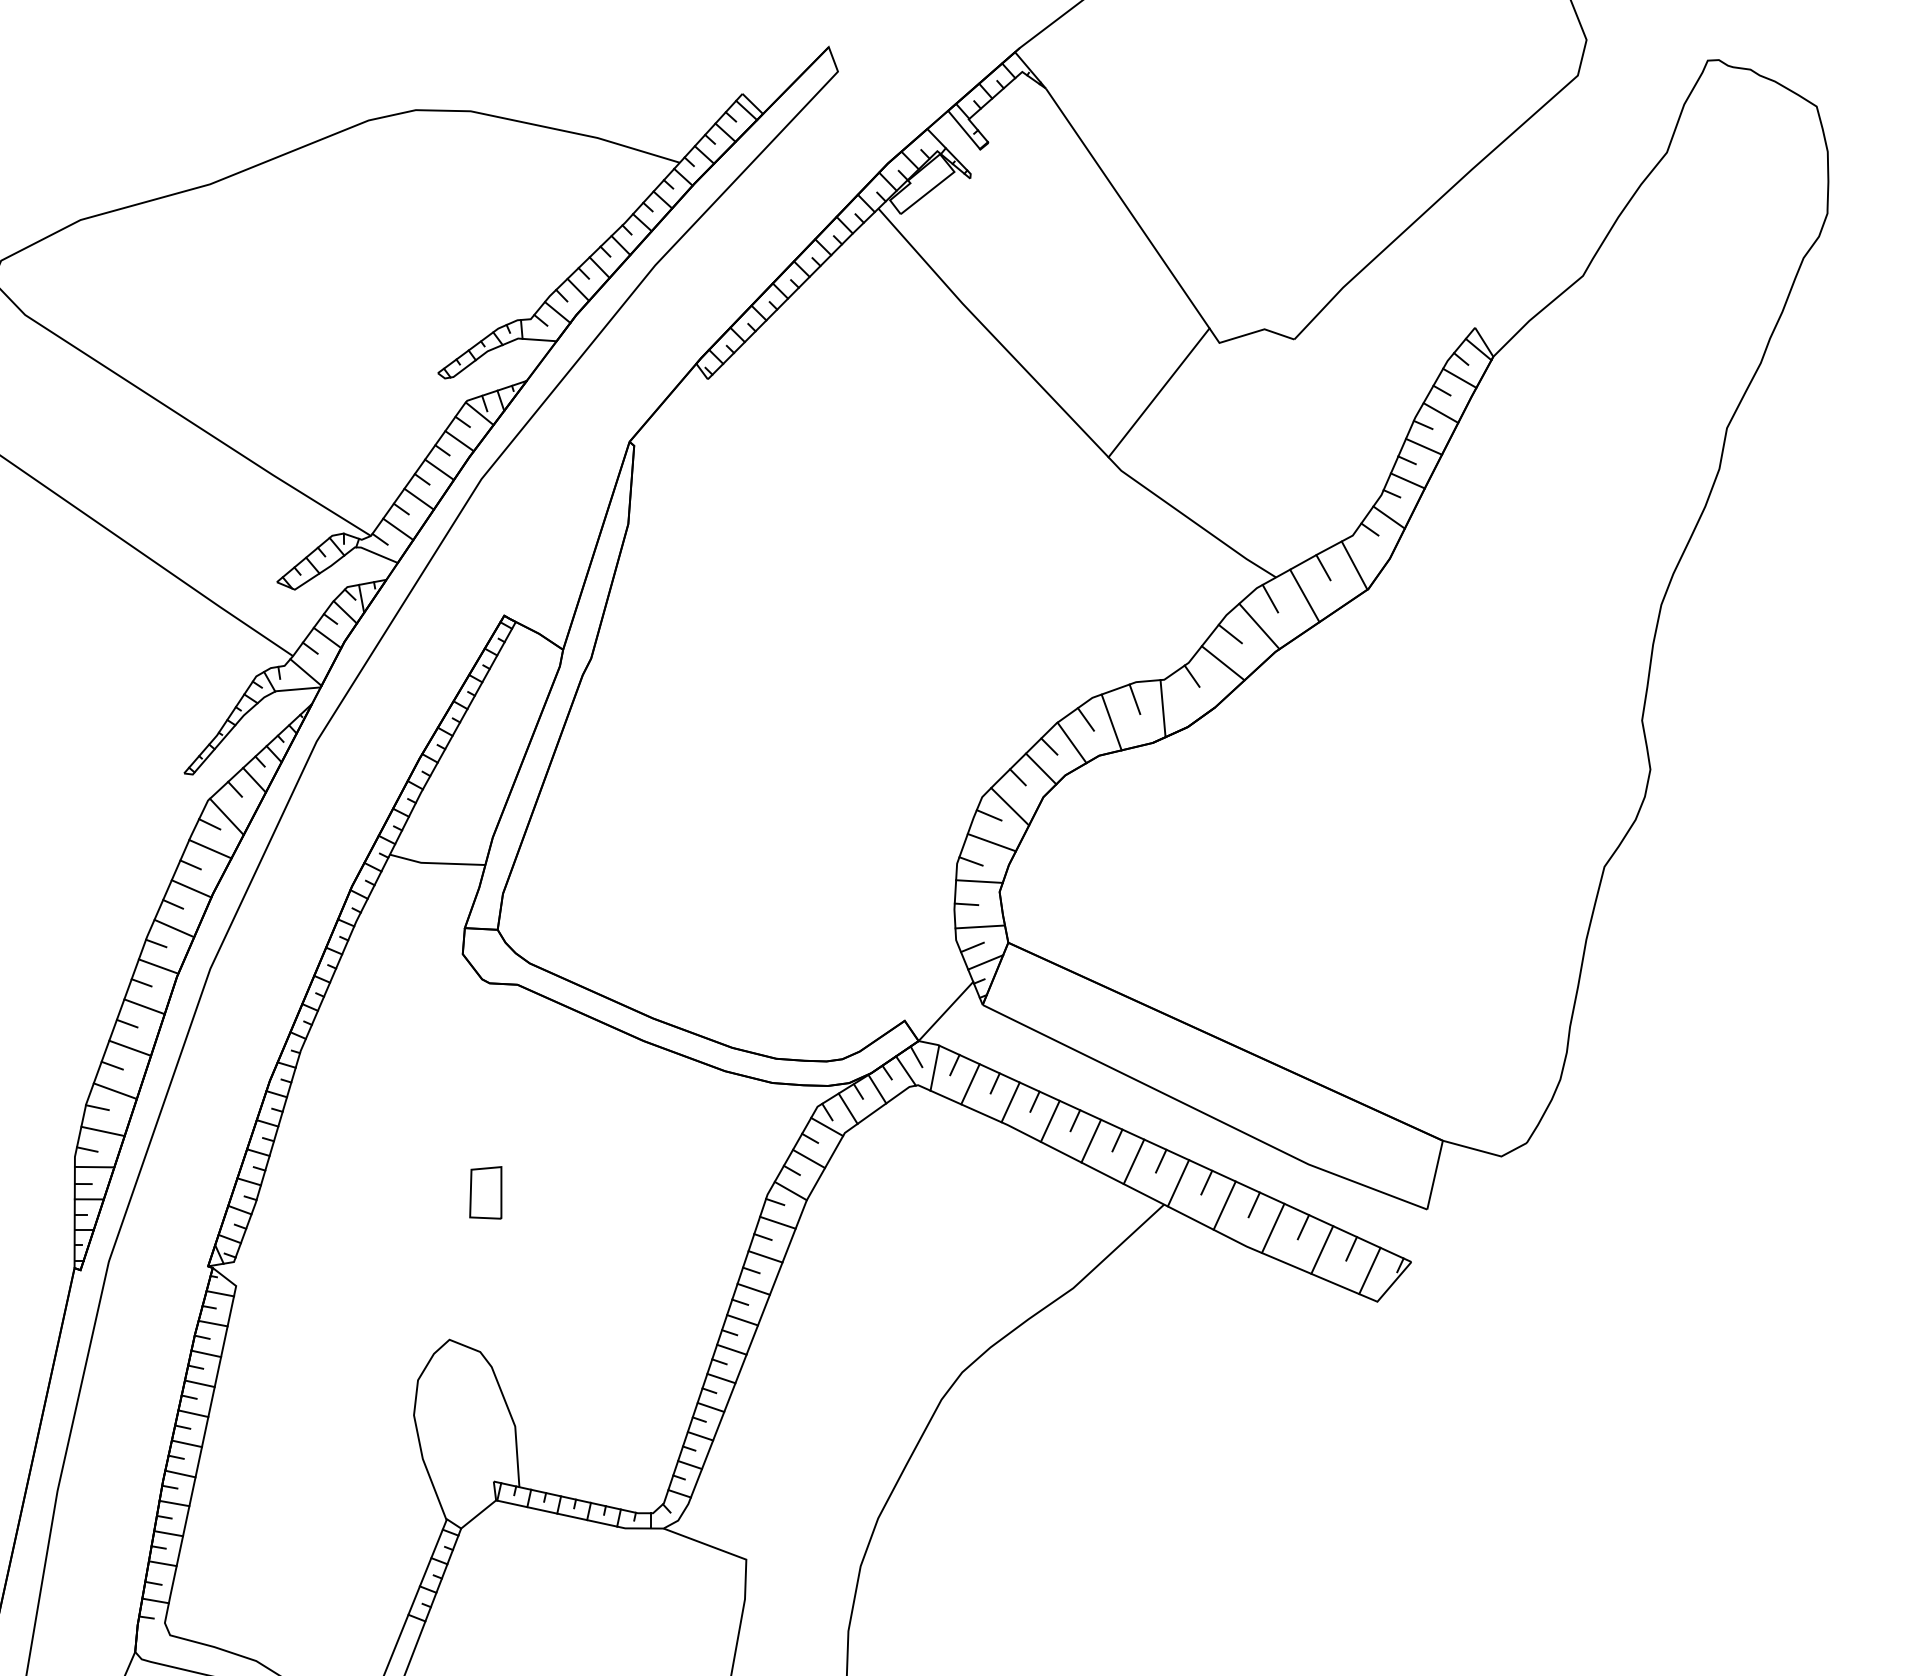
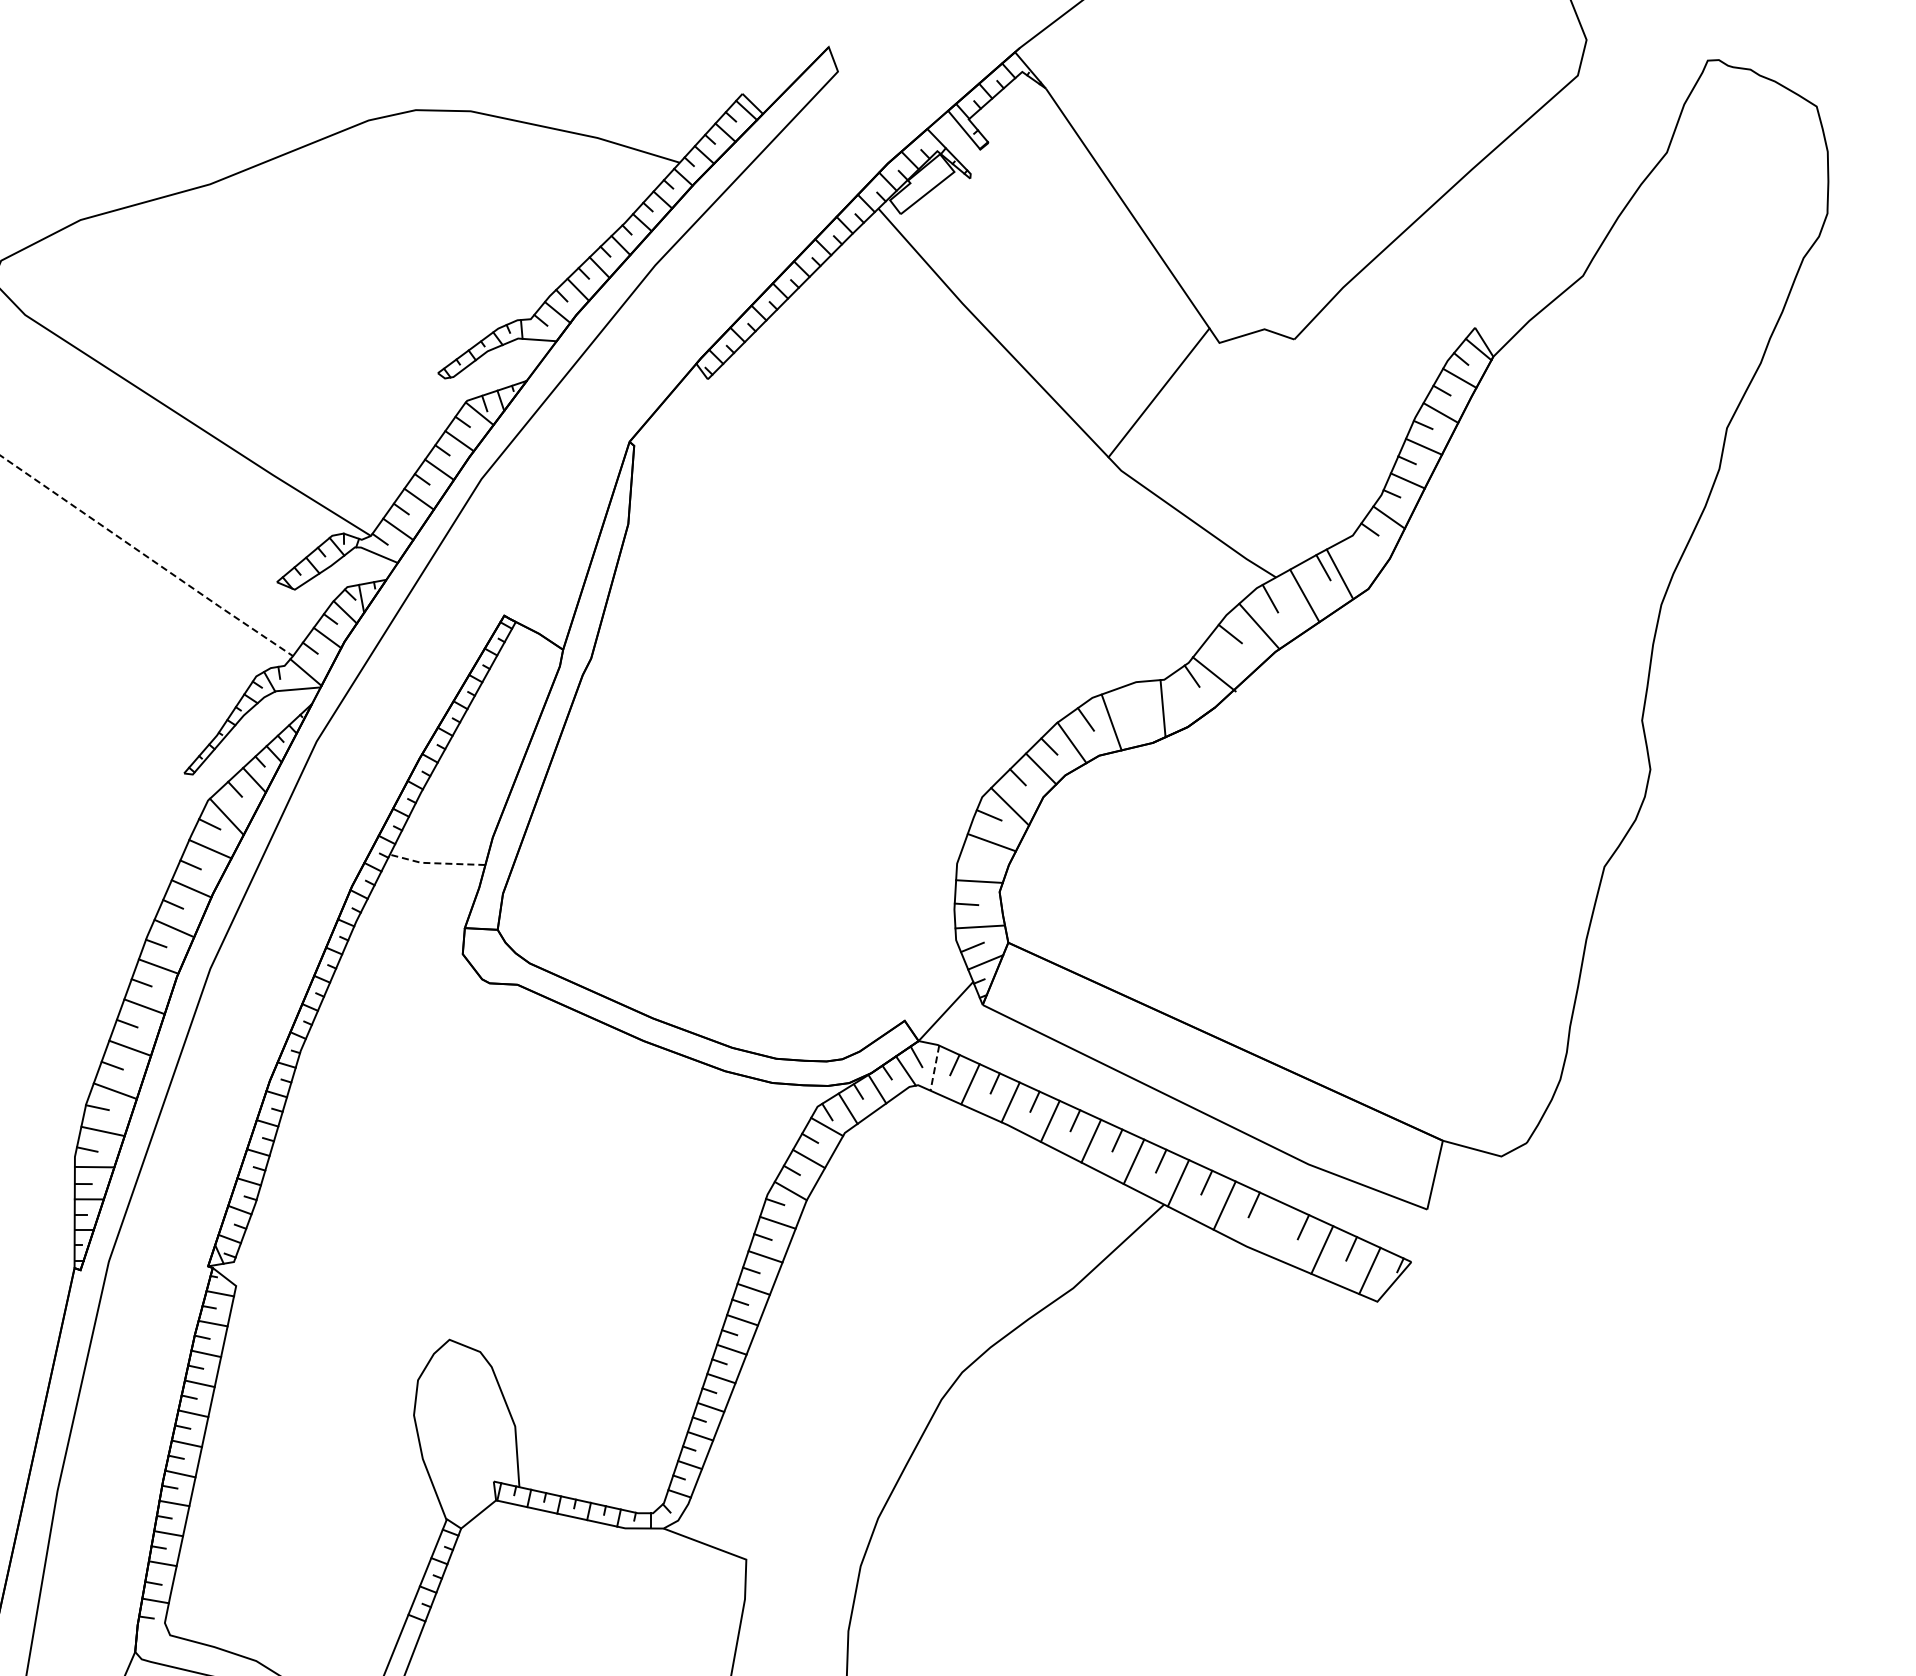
line at (147, 557): solid -> dashed
line at (1354, 565) position: (1354, 565) -> (1339, 573)
line at (1222, 663) position: (1222, 663) -> (1213, 674)
line at (1134, 699): present -> none
line at (970, 861): present -> none
line at (435, 863): solid -> dashed
line at (934, 1068): solid -> dashed
part at (485, 1192): present -> none
line at (1273, 1227): present -> none
